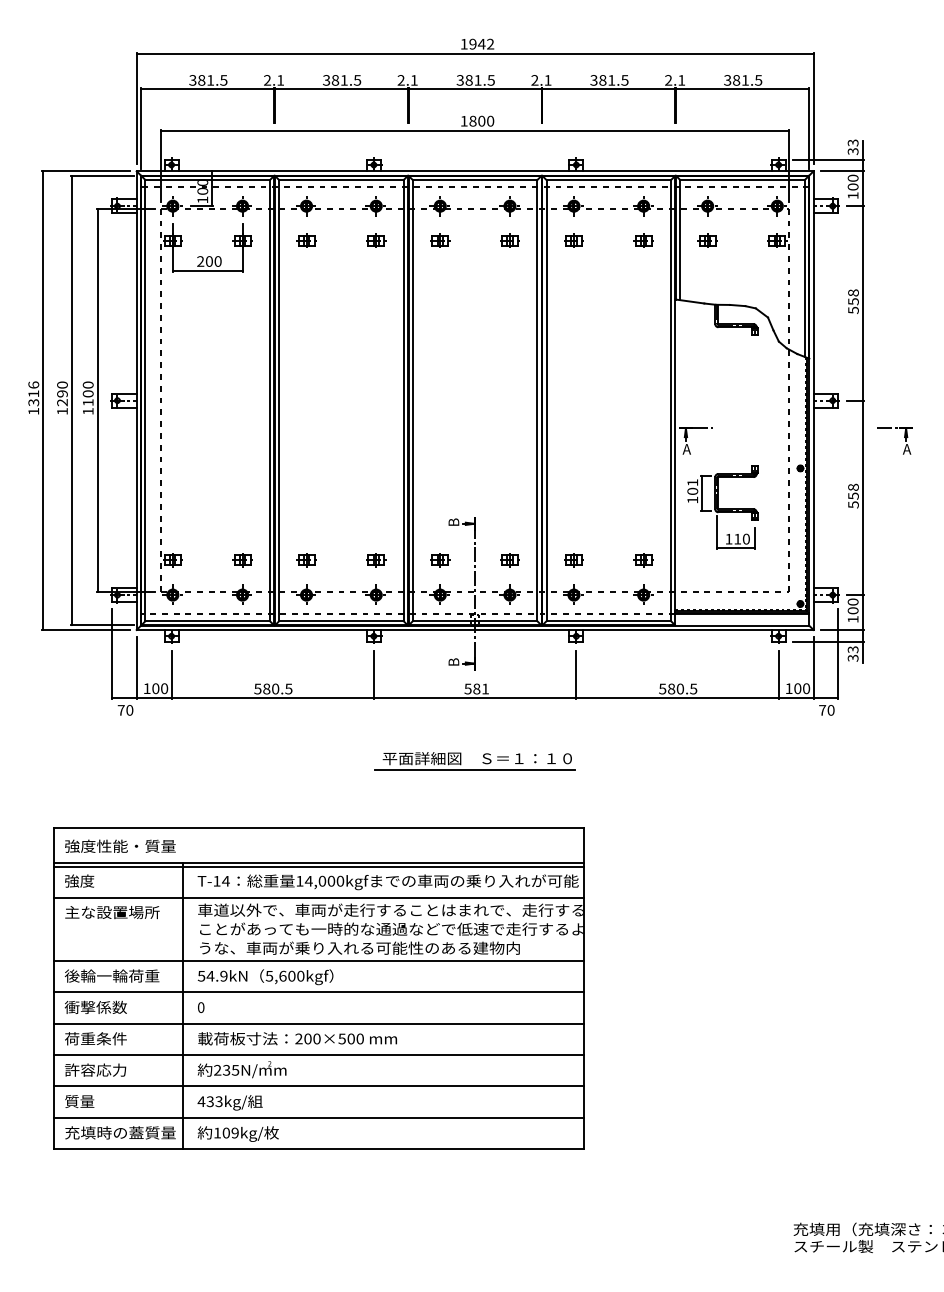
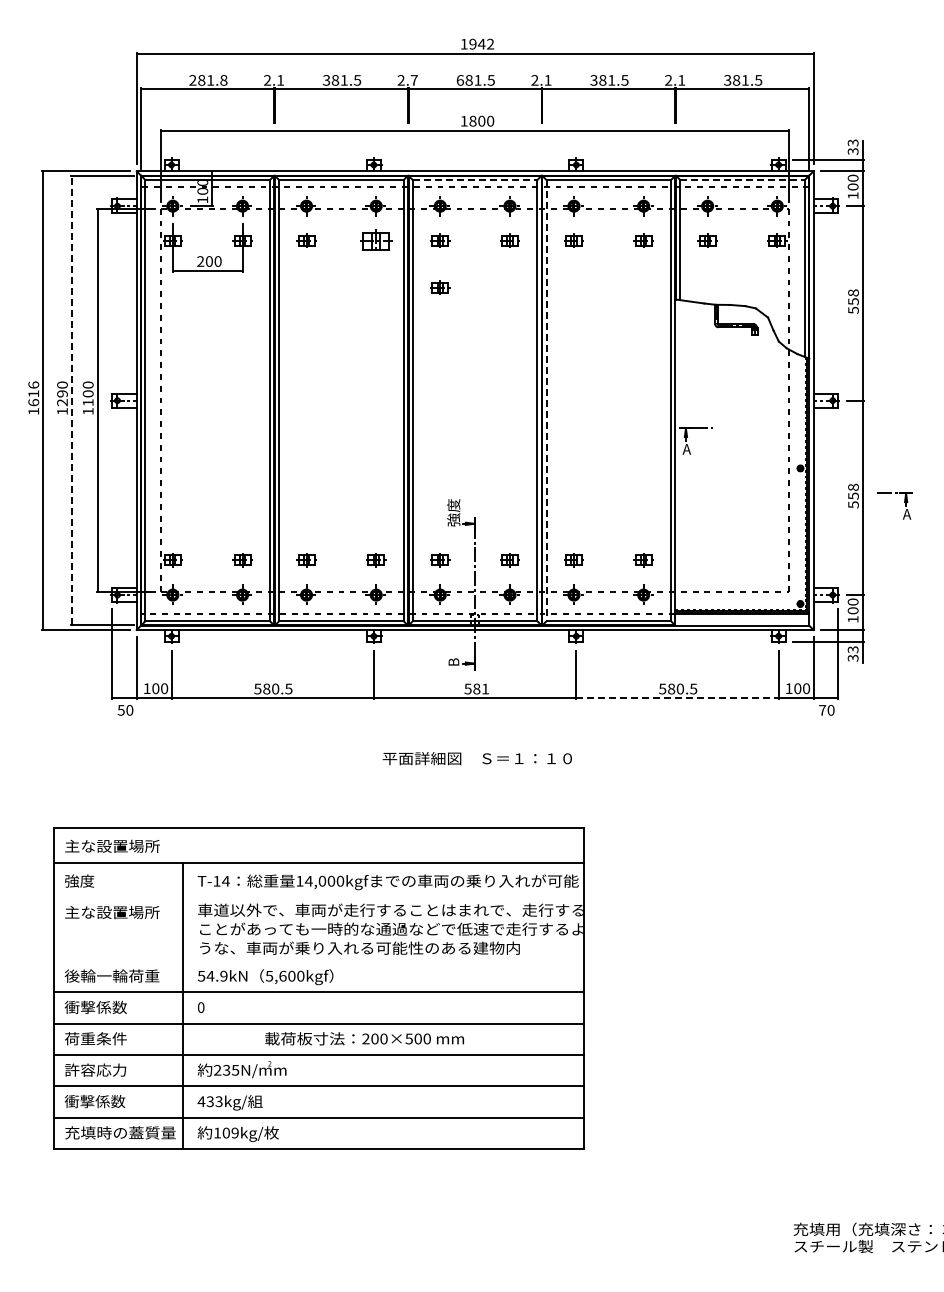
text at (208, 80): 381.5 -> 281.8
text at (413, 80): 2.1 -> 2.7
text at (460, 80): 381.5 -> 681.5
line at (475, 180): solid -> dashed
line at (743, 180): solid -> dashed
part at (376, 240) size: 21x15 px -> 33x22 px
part at (440, 287): none -> present
line at (71, 400): solid -> dashed
line at (546, 400): solid -> dashed
text at (33, 402): 1316 -> 1616
part at (904, 437) position: (904, 437) -> (904, 502)
part at (722, 507): present -> none
text at (453, 512): B -> 強度
line at (678, 698): solid -> dashed
text at (120, 710): 70 -> 50
line at (474, 770): present -> none
text at (120, 845): 強度性能・質量 -> 主な設置場所
line at (318, 866): present -> none
line at (318, 898): present -> none
line at (318, 960): present -> none
text at (297, 1038) position: (297, 1038) -> (364, 1038)
text at (94, 1101): 質量 -> 衝撃係数
